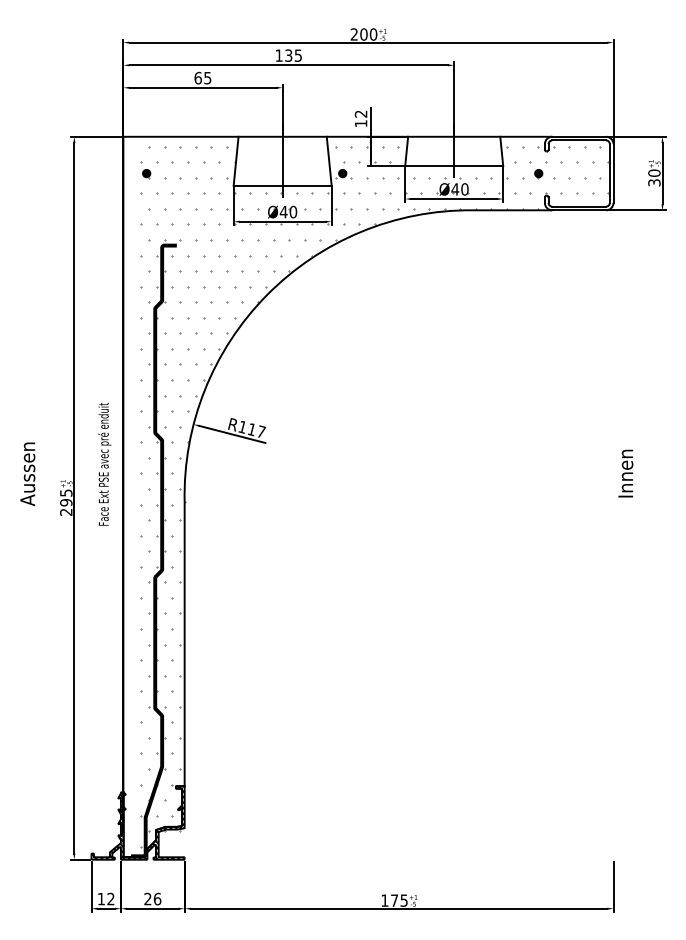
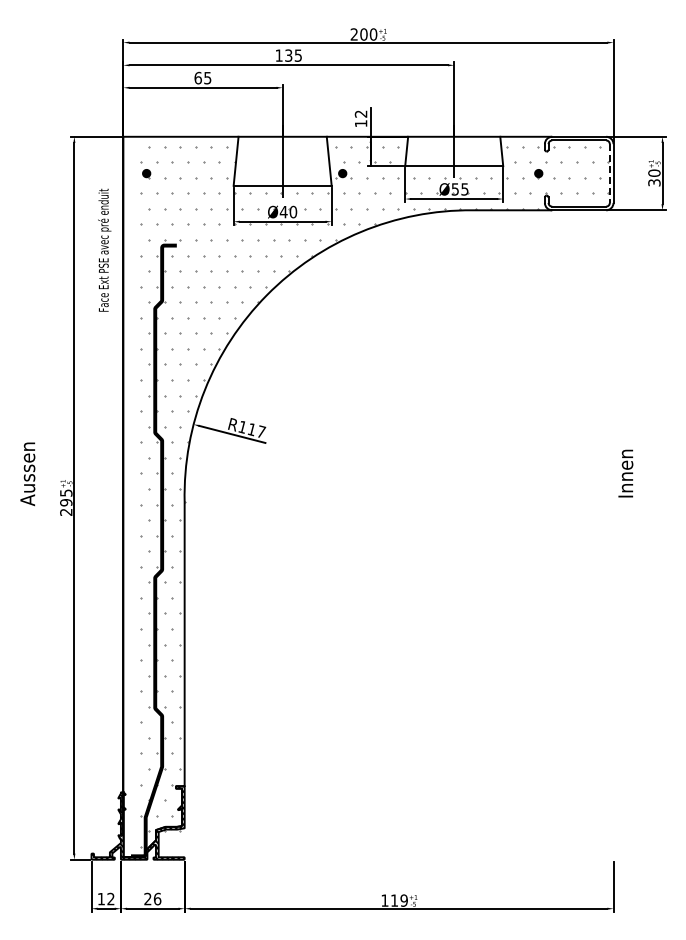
line at (609, 174): solid -> dashed
text at (459, 189): Ø40 -> Ø55
text at (104, 463) position: (104, 463) -> (104, 249)
text at (399, 900): 175 -> 119
